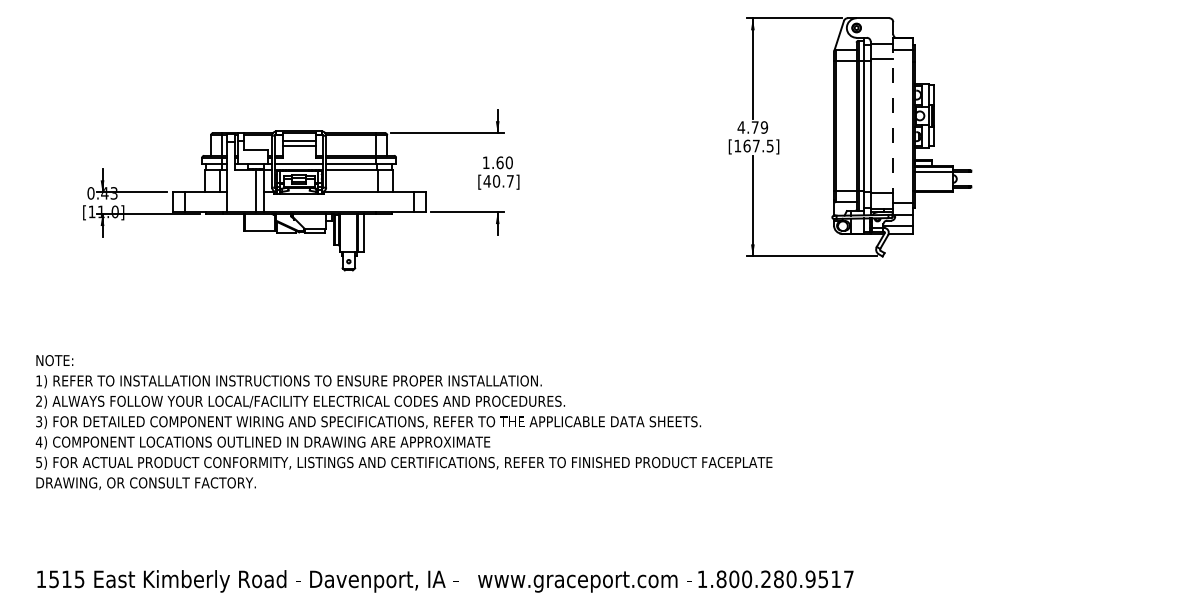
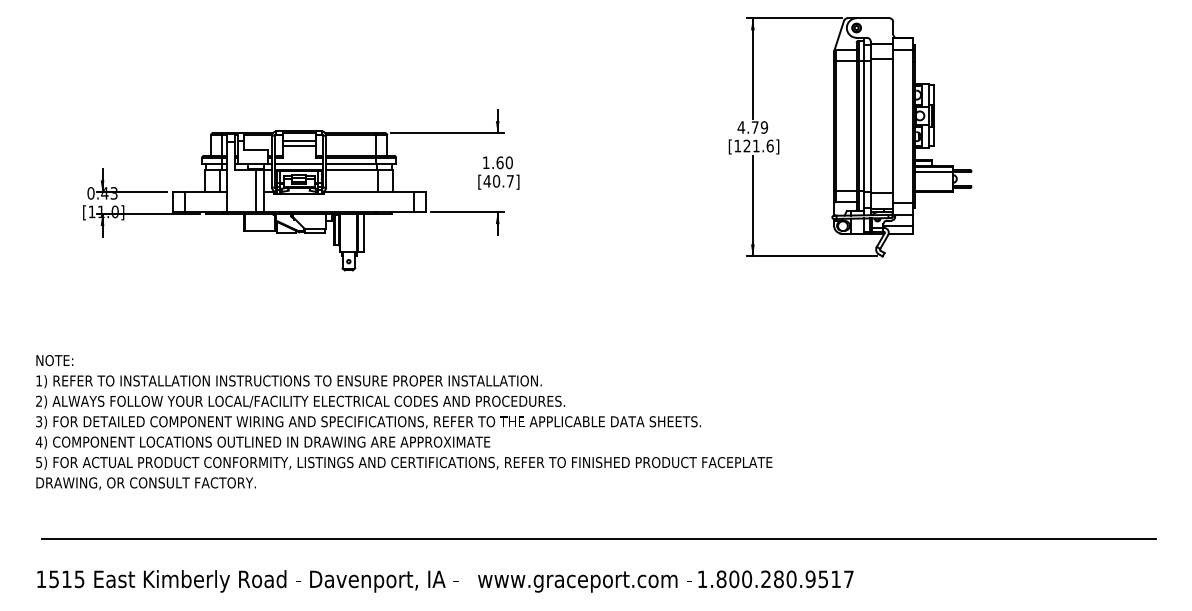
line at (893, 125): dashed -> solid
text at (758, 145): [167.5] -> [121.6]
line at (598, 538): none -> present
